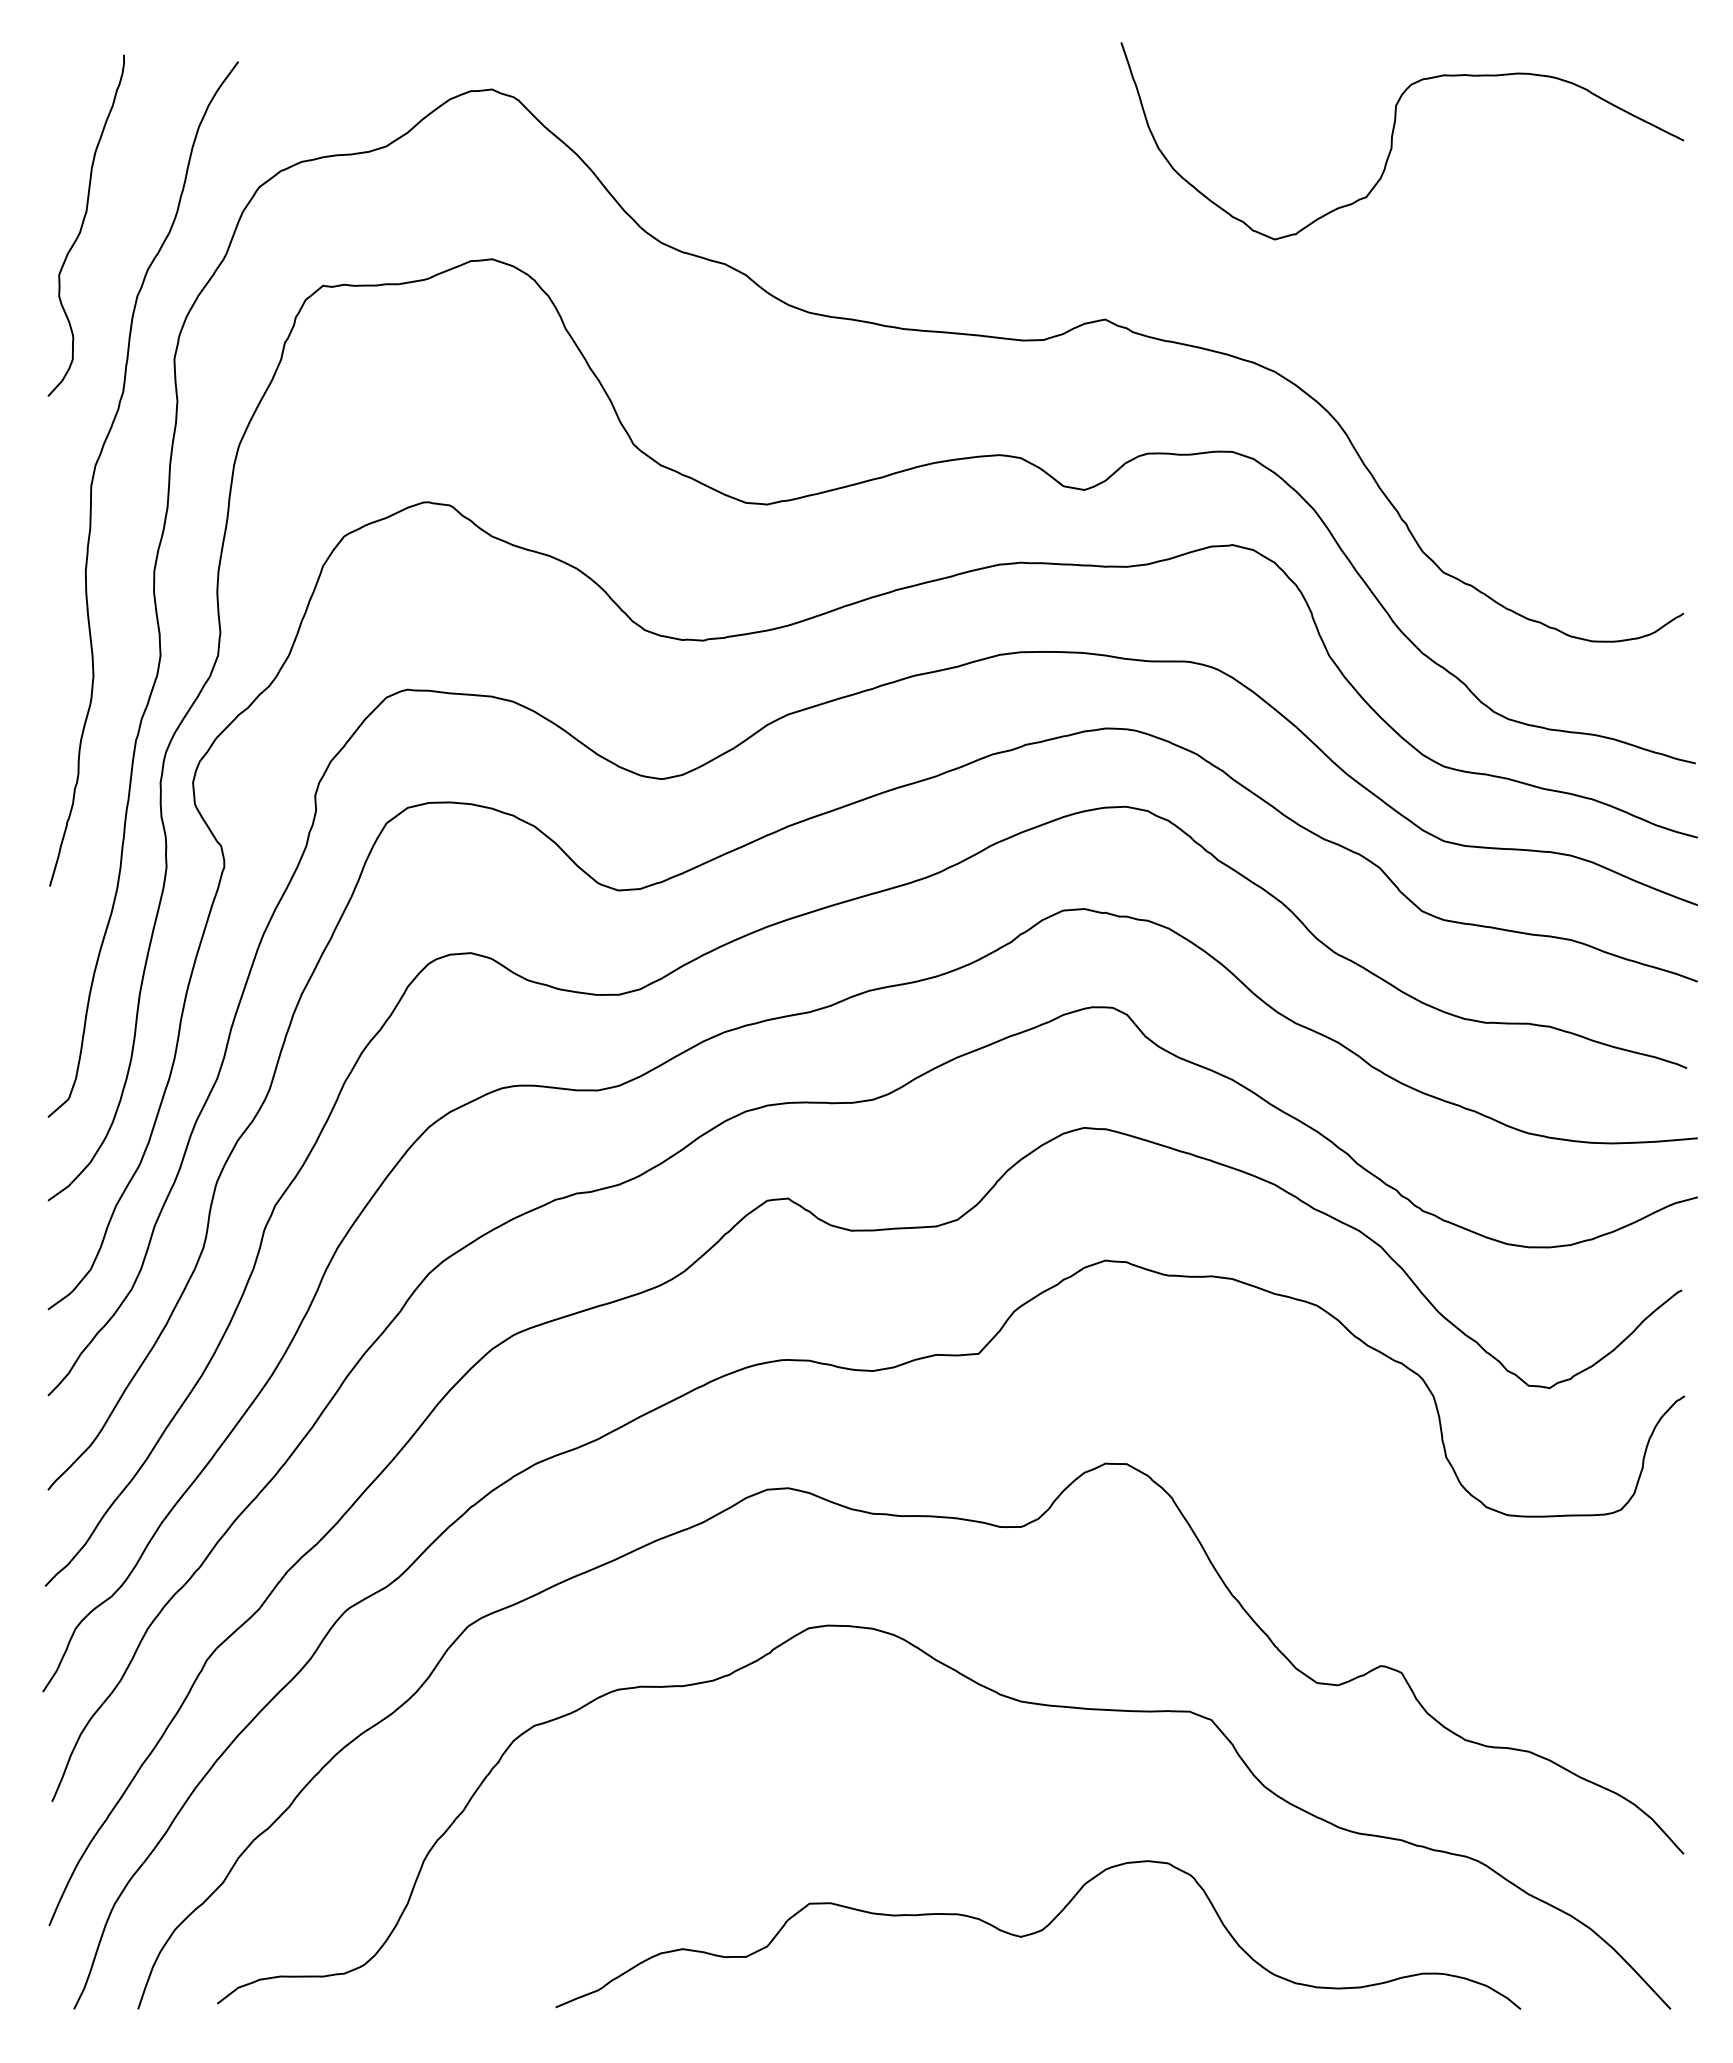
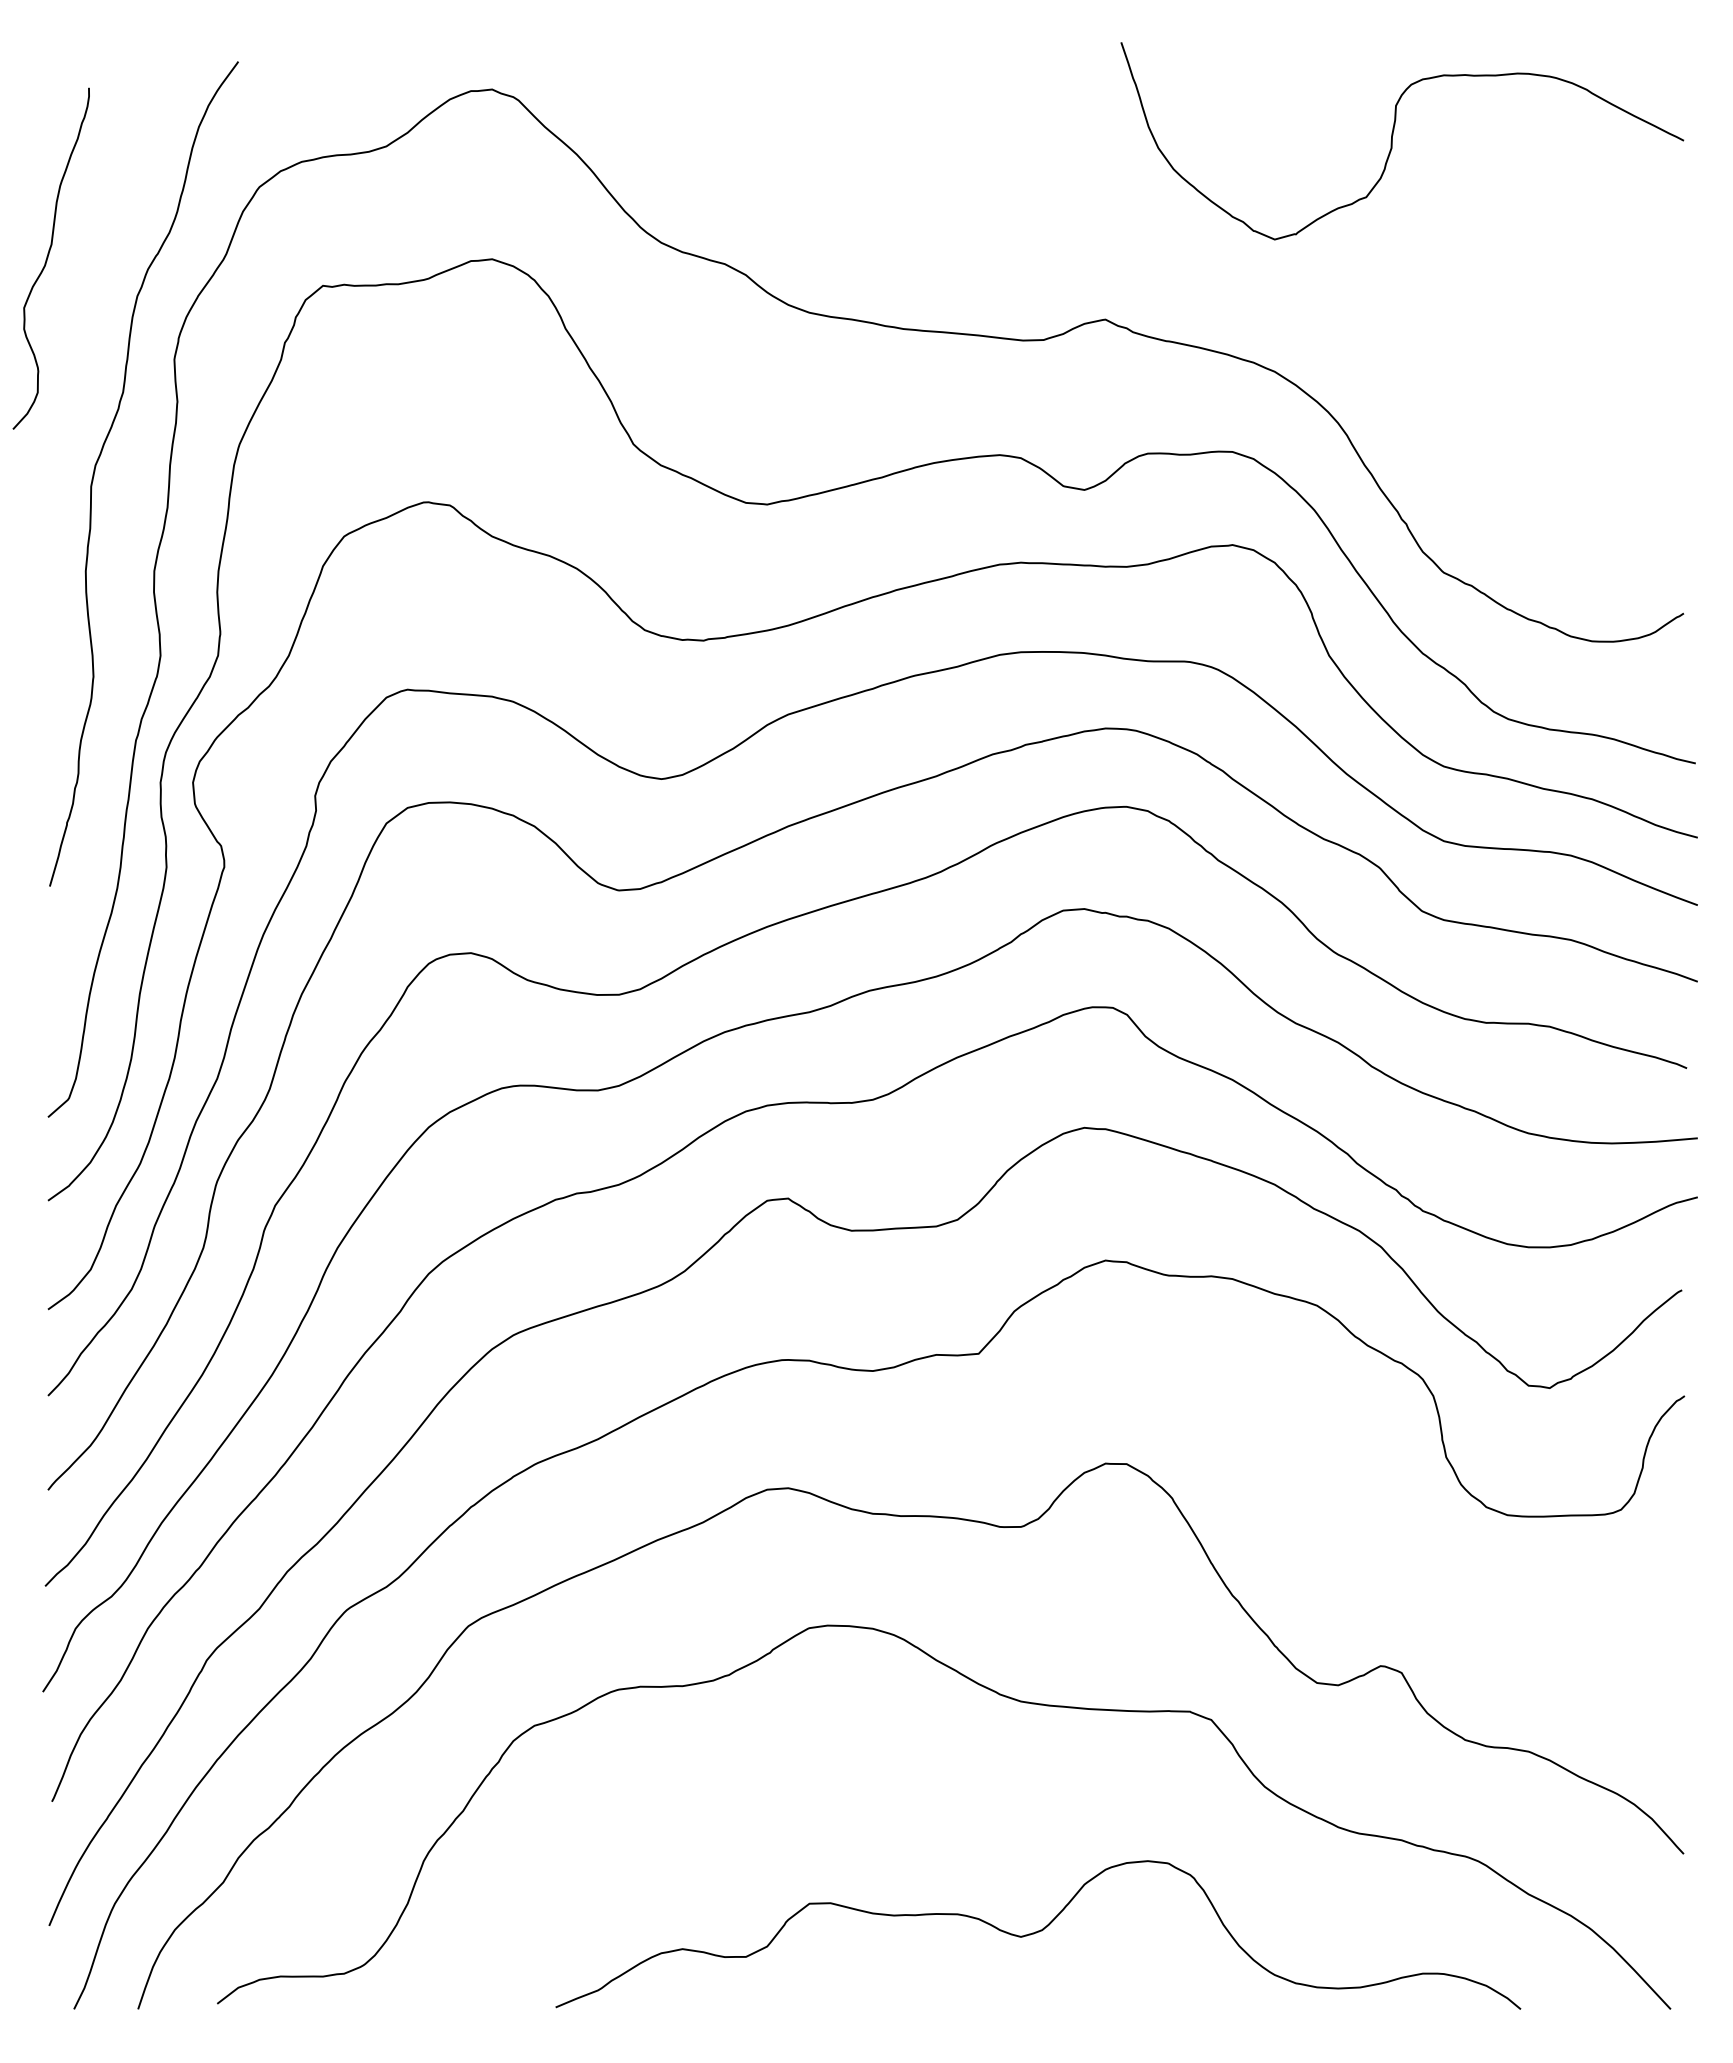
curve at (83, 225) position: (83, 225) -> (48, 258)
